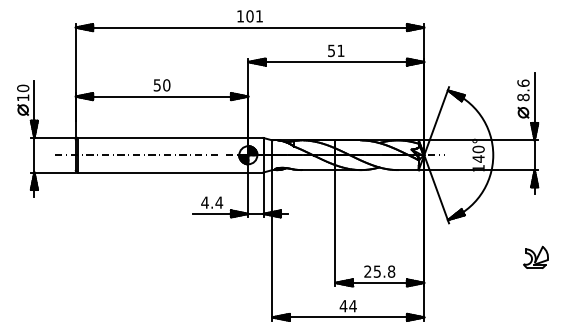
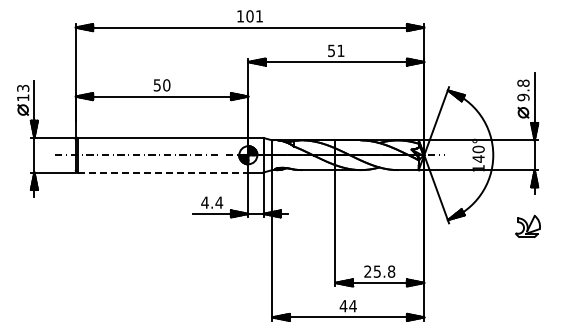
text at (23, 88): 10 -> 13
text at (523, 90): 8.6 -> 9.8
line at (163, 172): solid -> dashed
part at (535, 256) position: (535, 256) -> (527, 225)
